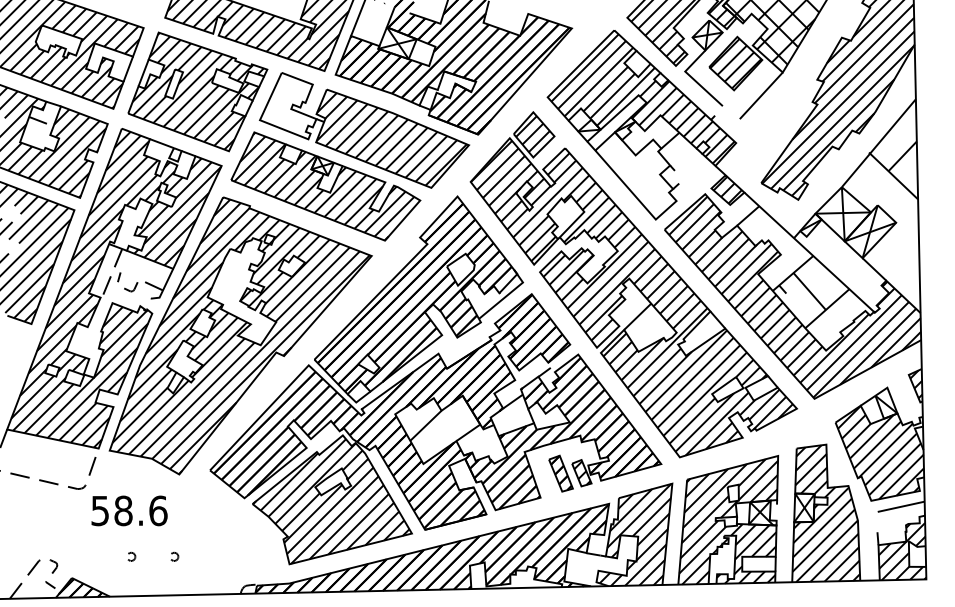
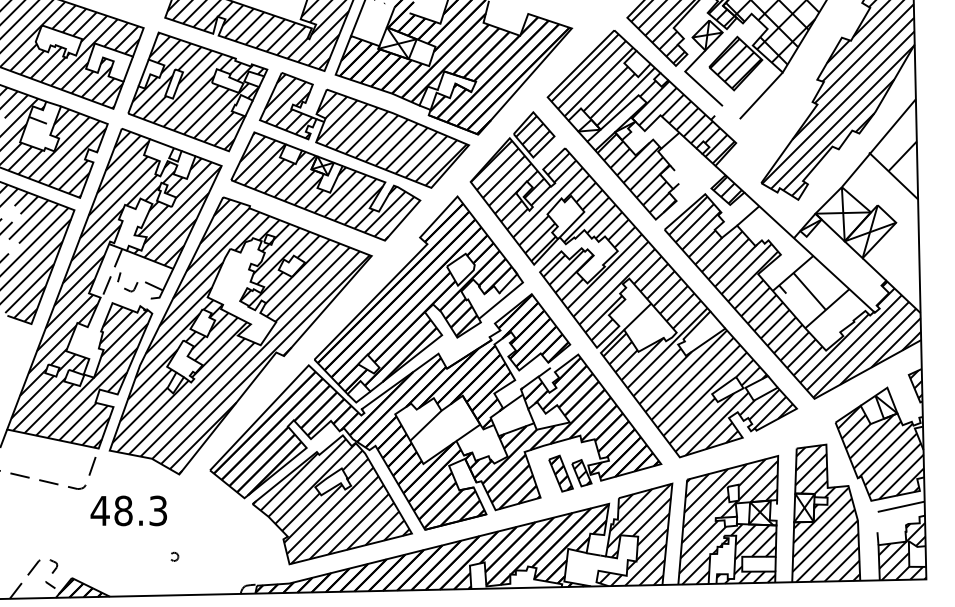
hatch at (288, 106): none -> present
hatch at (636, 173): none -> present
text at (128, 510): 58.6 -> 48.3
part at (131, 556): present -> none
